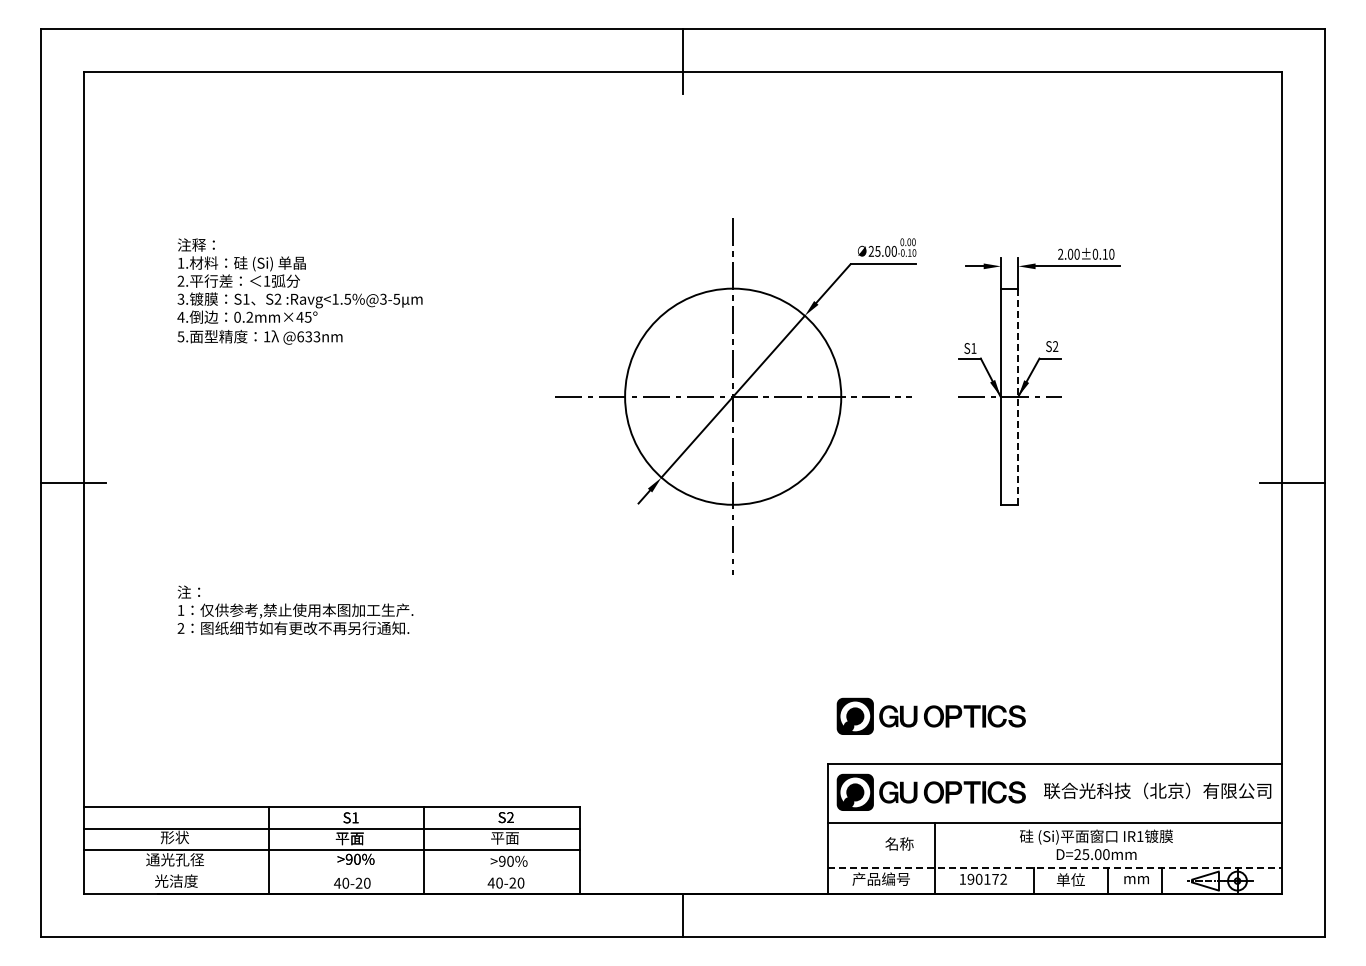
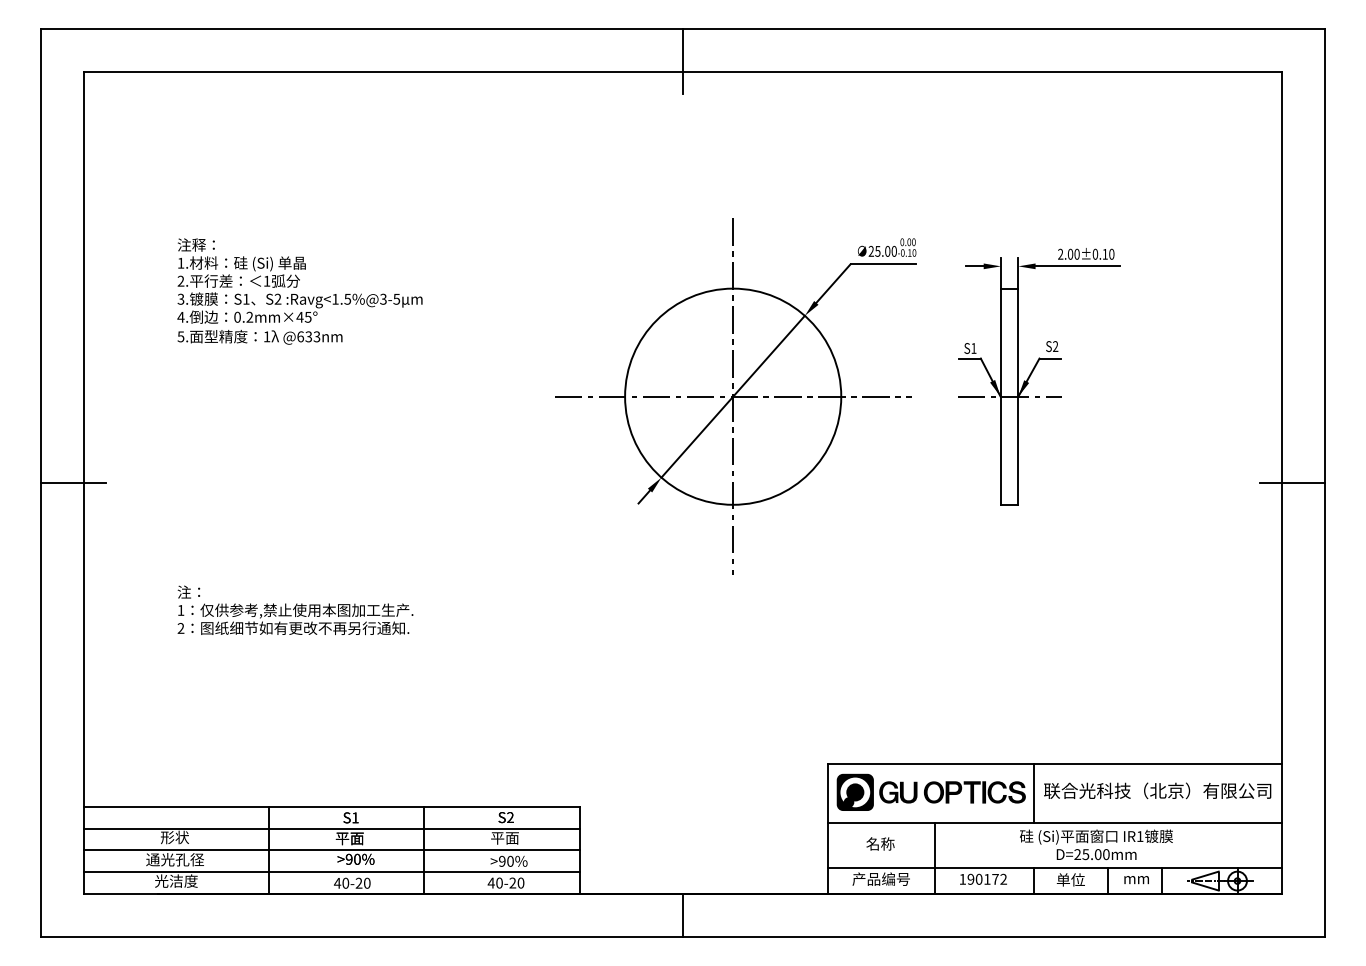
line at (1018, 397): dashed -> solid
part at (930, 715): present -> none
line at (1033, 793): none -> present
text at (899, 843) position: (899, 843) -> (880, 843)
line at (1054, 868): dashed -> solid
line at (331, 872): none -> present
